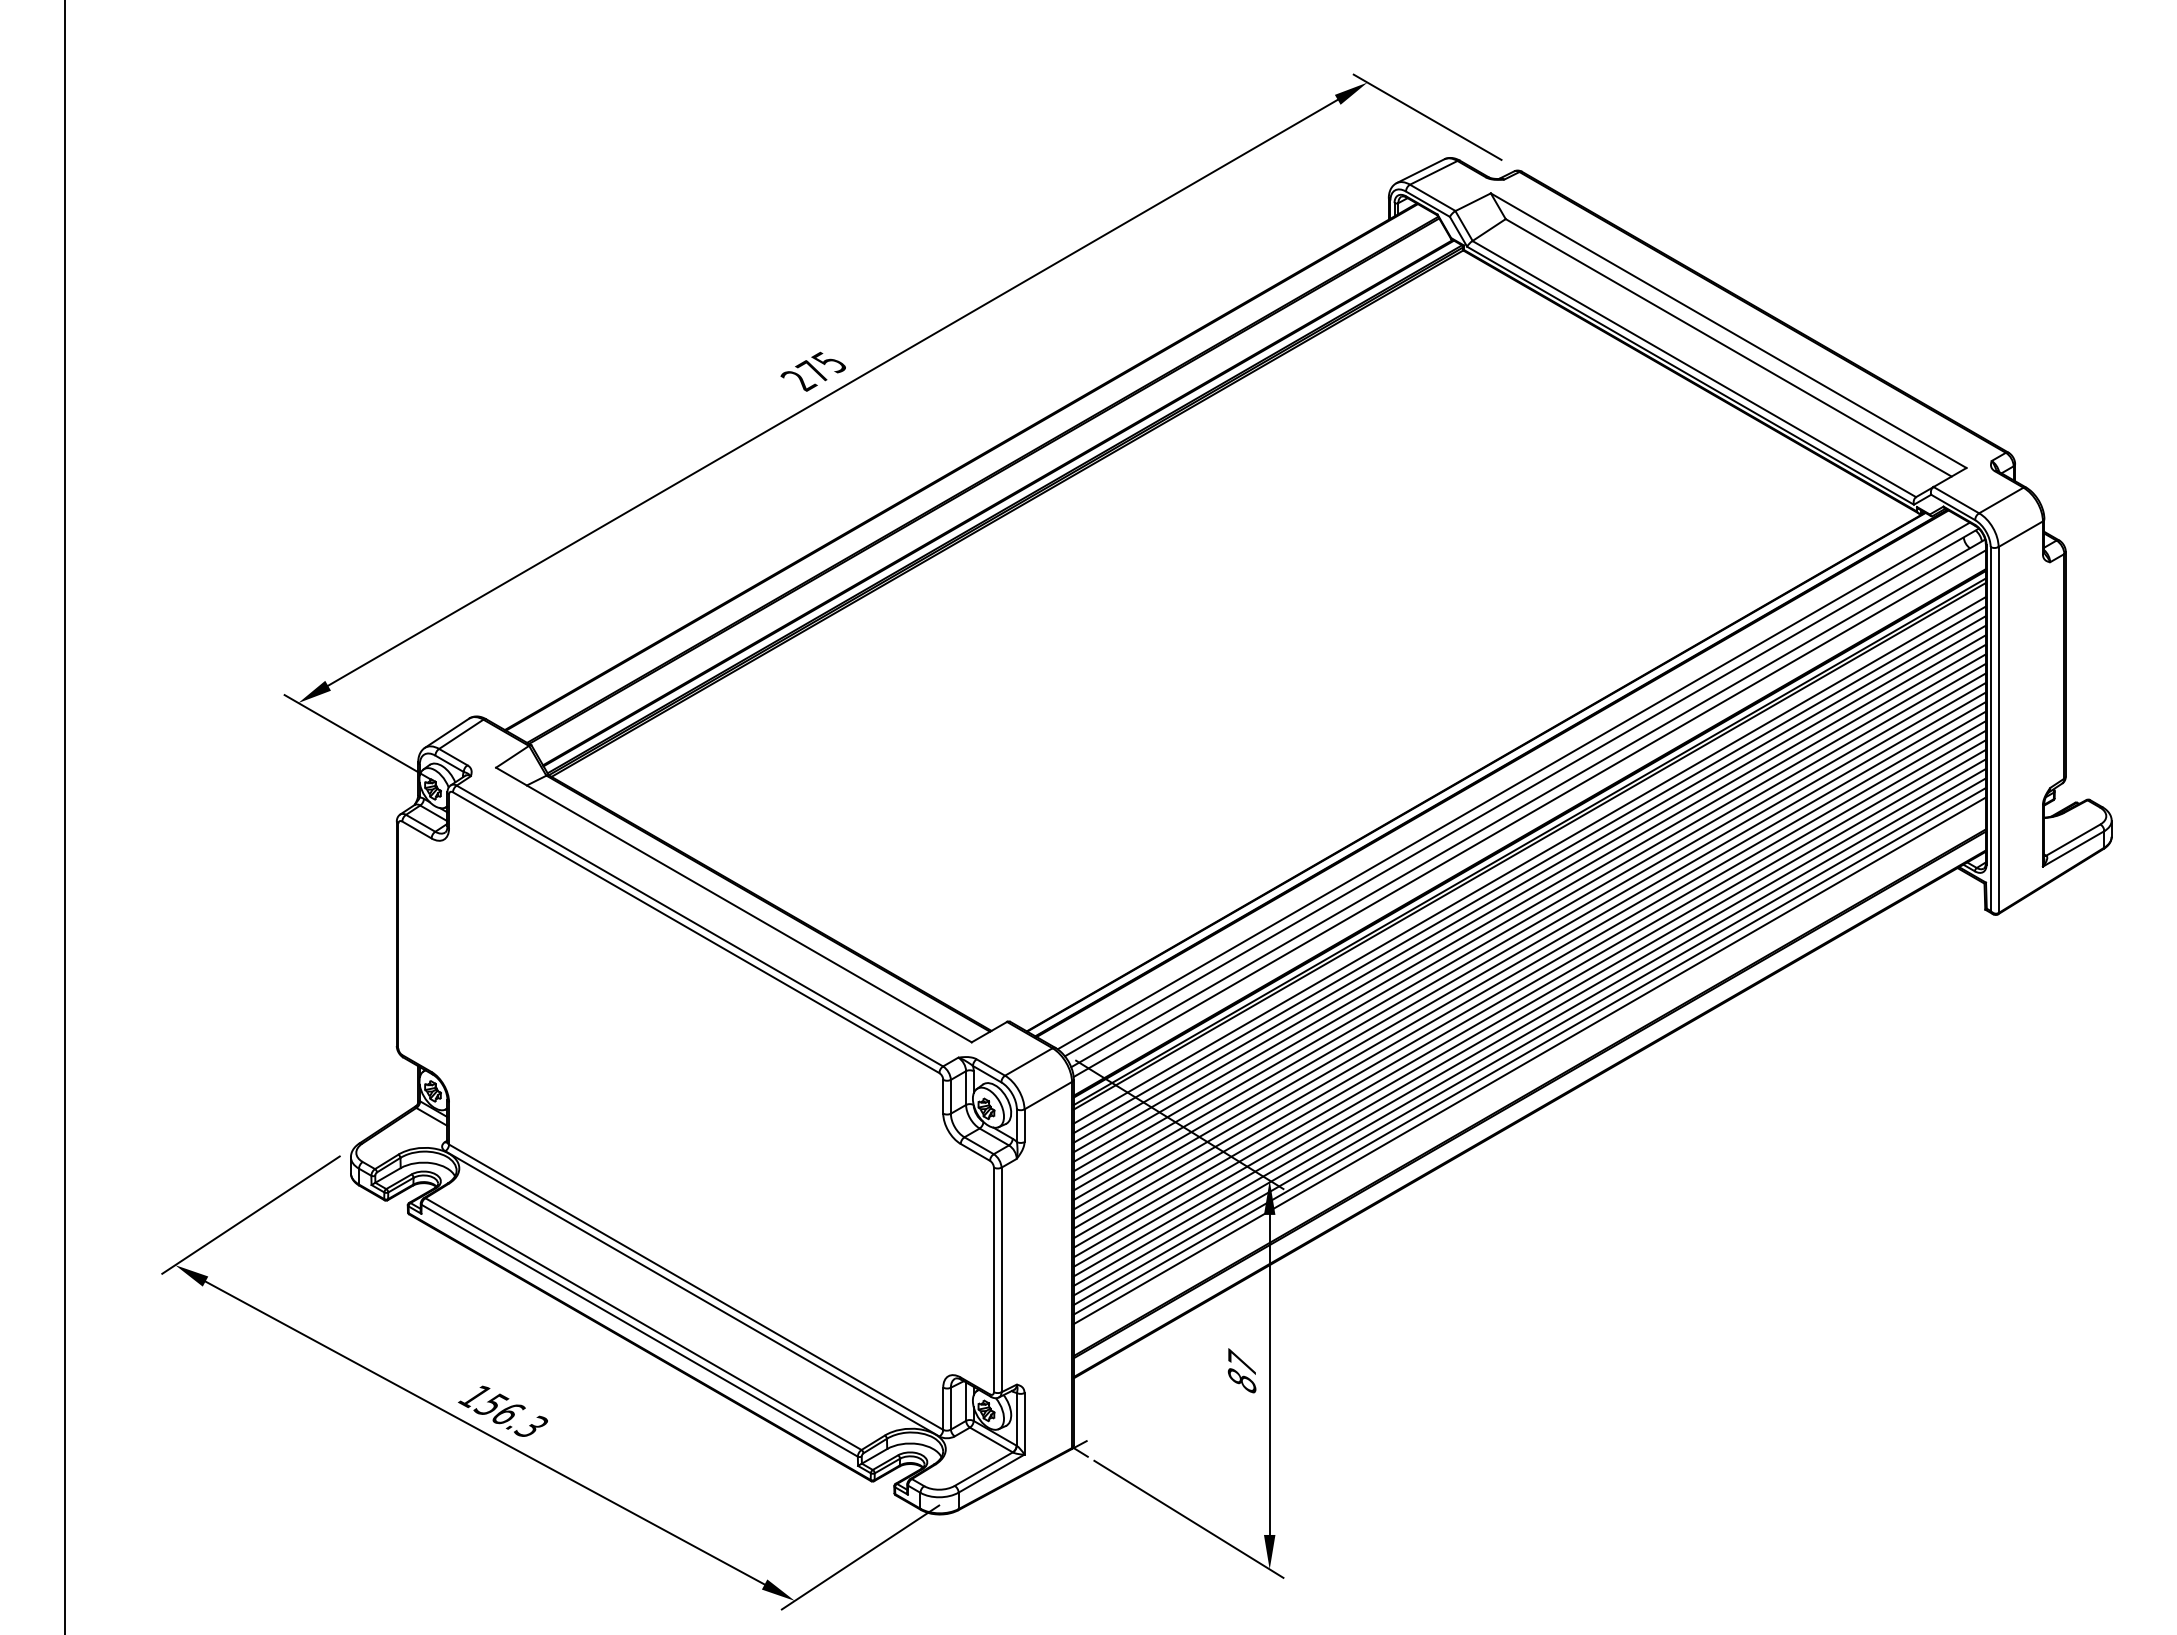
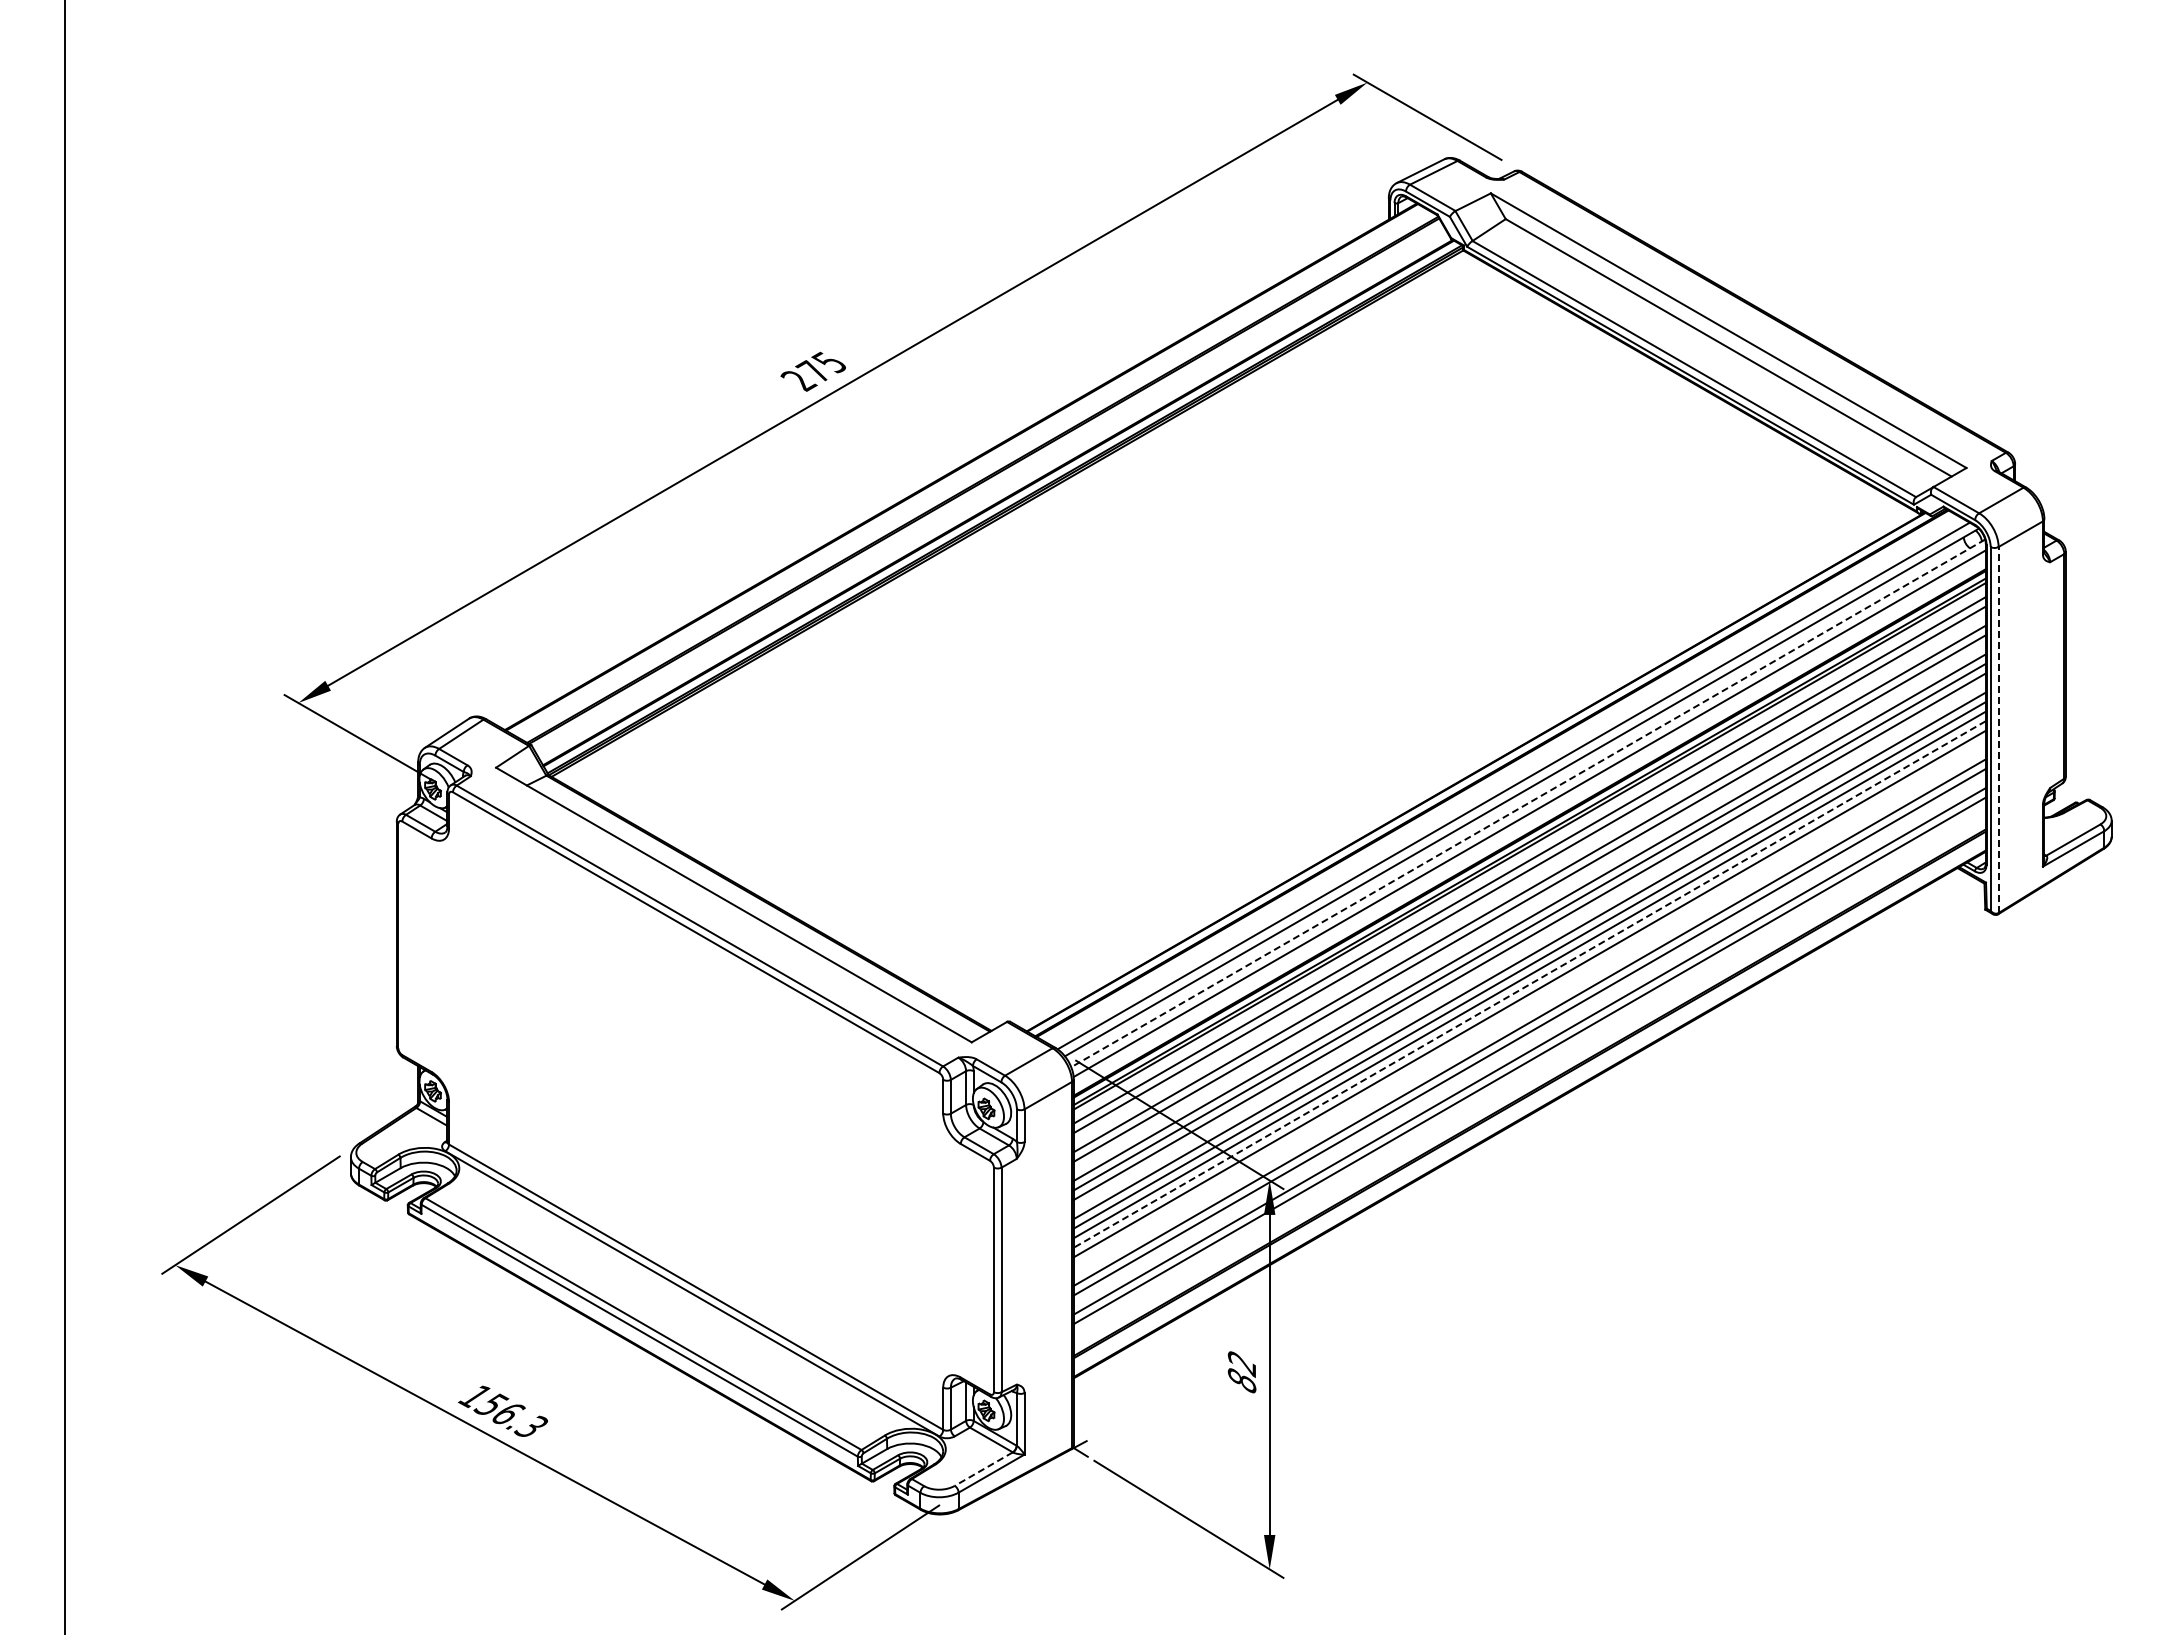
line at (1998, 729): solid -> dashed
line at (1528, 803): solid -> dashed
line at (1529, 879): present -> none
line at (1529, 907): present -> none
line at (1529, 946): present -> none
line at (1529, 984): solid -> dashed
line at (1529, 1003): present -> none
line at (1529, 1012): present -> none
line at (1529, 1041): present -> none
text at (1241, 1362): 87 -> 82
line at (983, 1469): solid -> dashed
